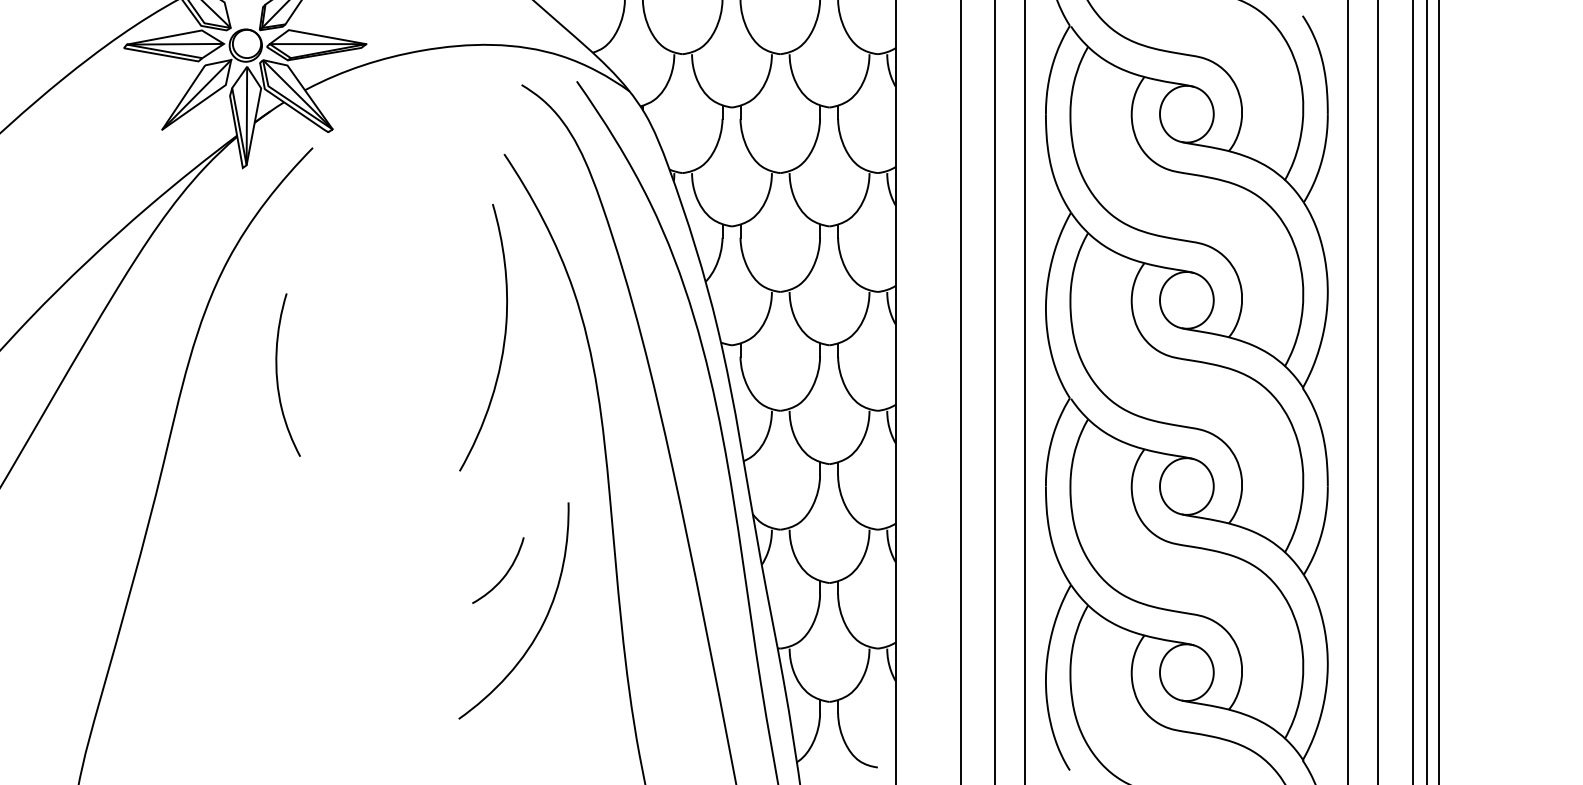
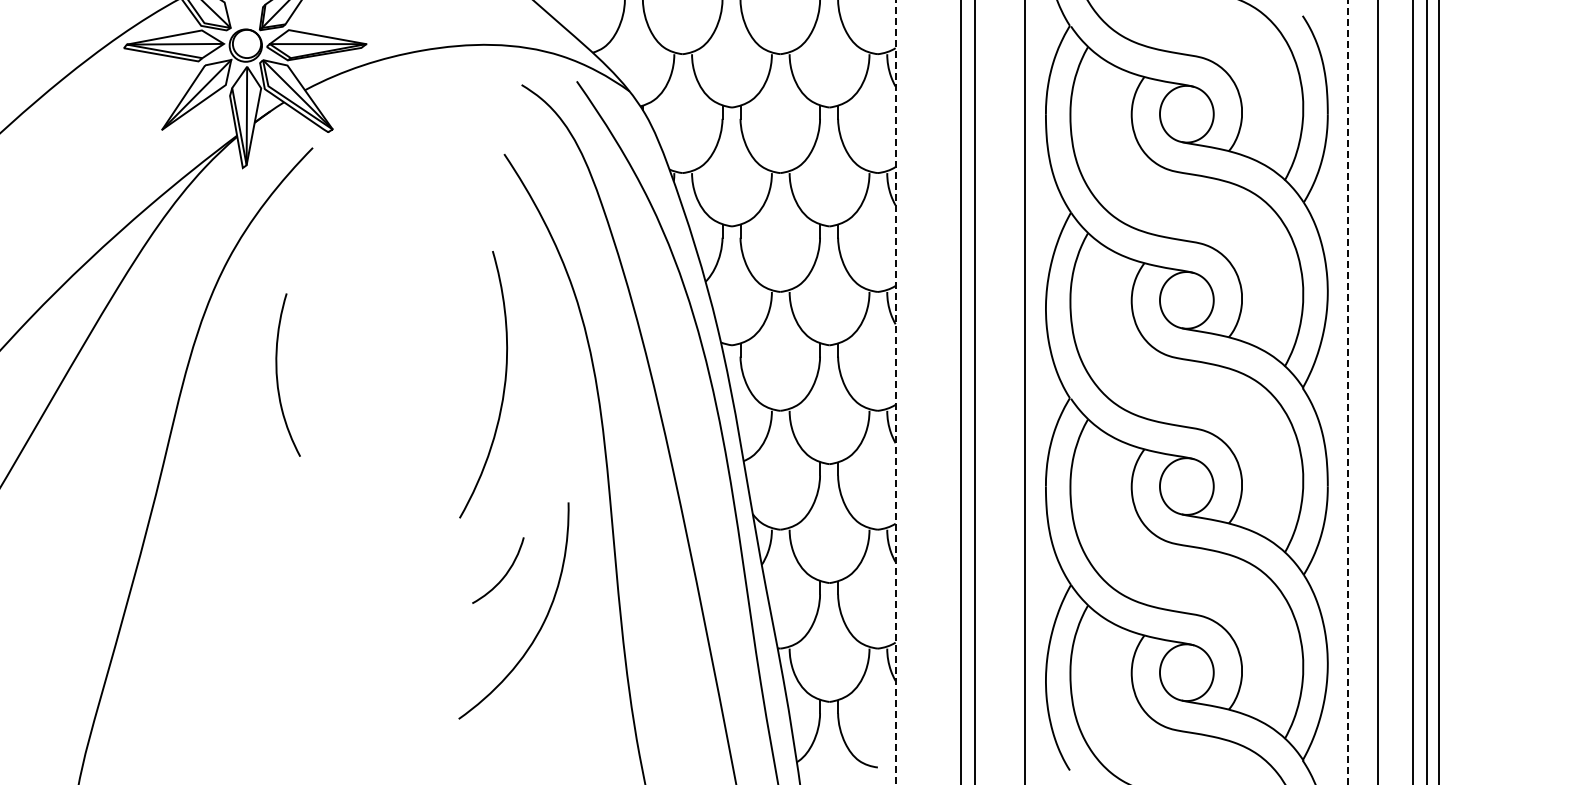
curve at (503, 339) position: (503, 339) -> (503, 386)
line at (994, 391) position: (994, 391) -> (974, 391)
line at (895, 392): solid -> dashed
line at (1348, 392): solid -> dashed
